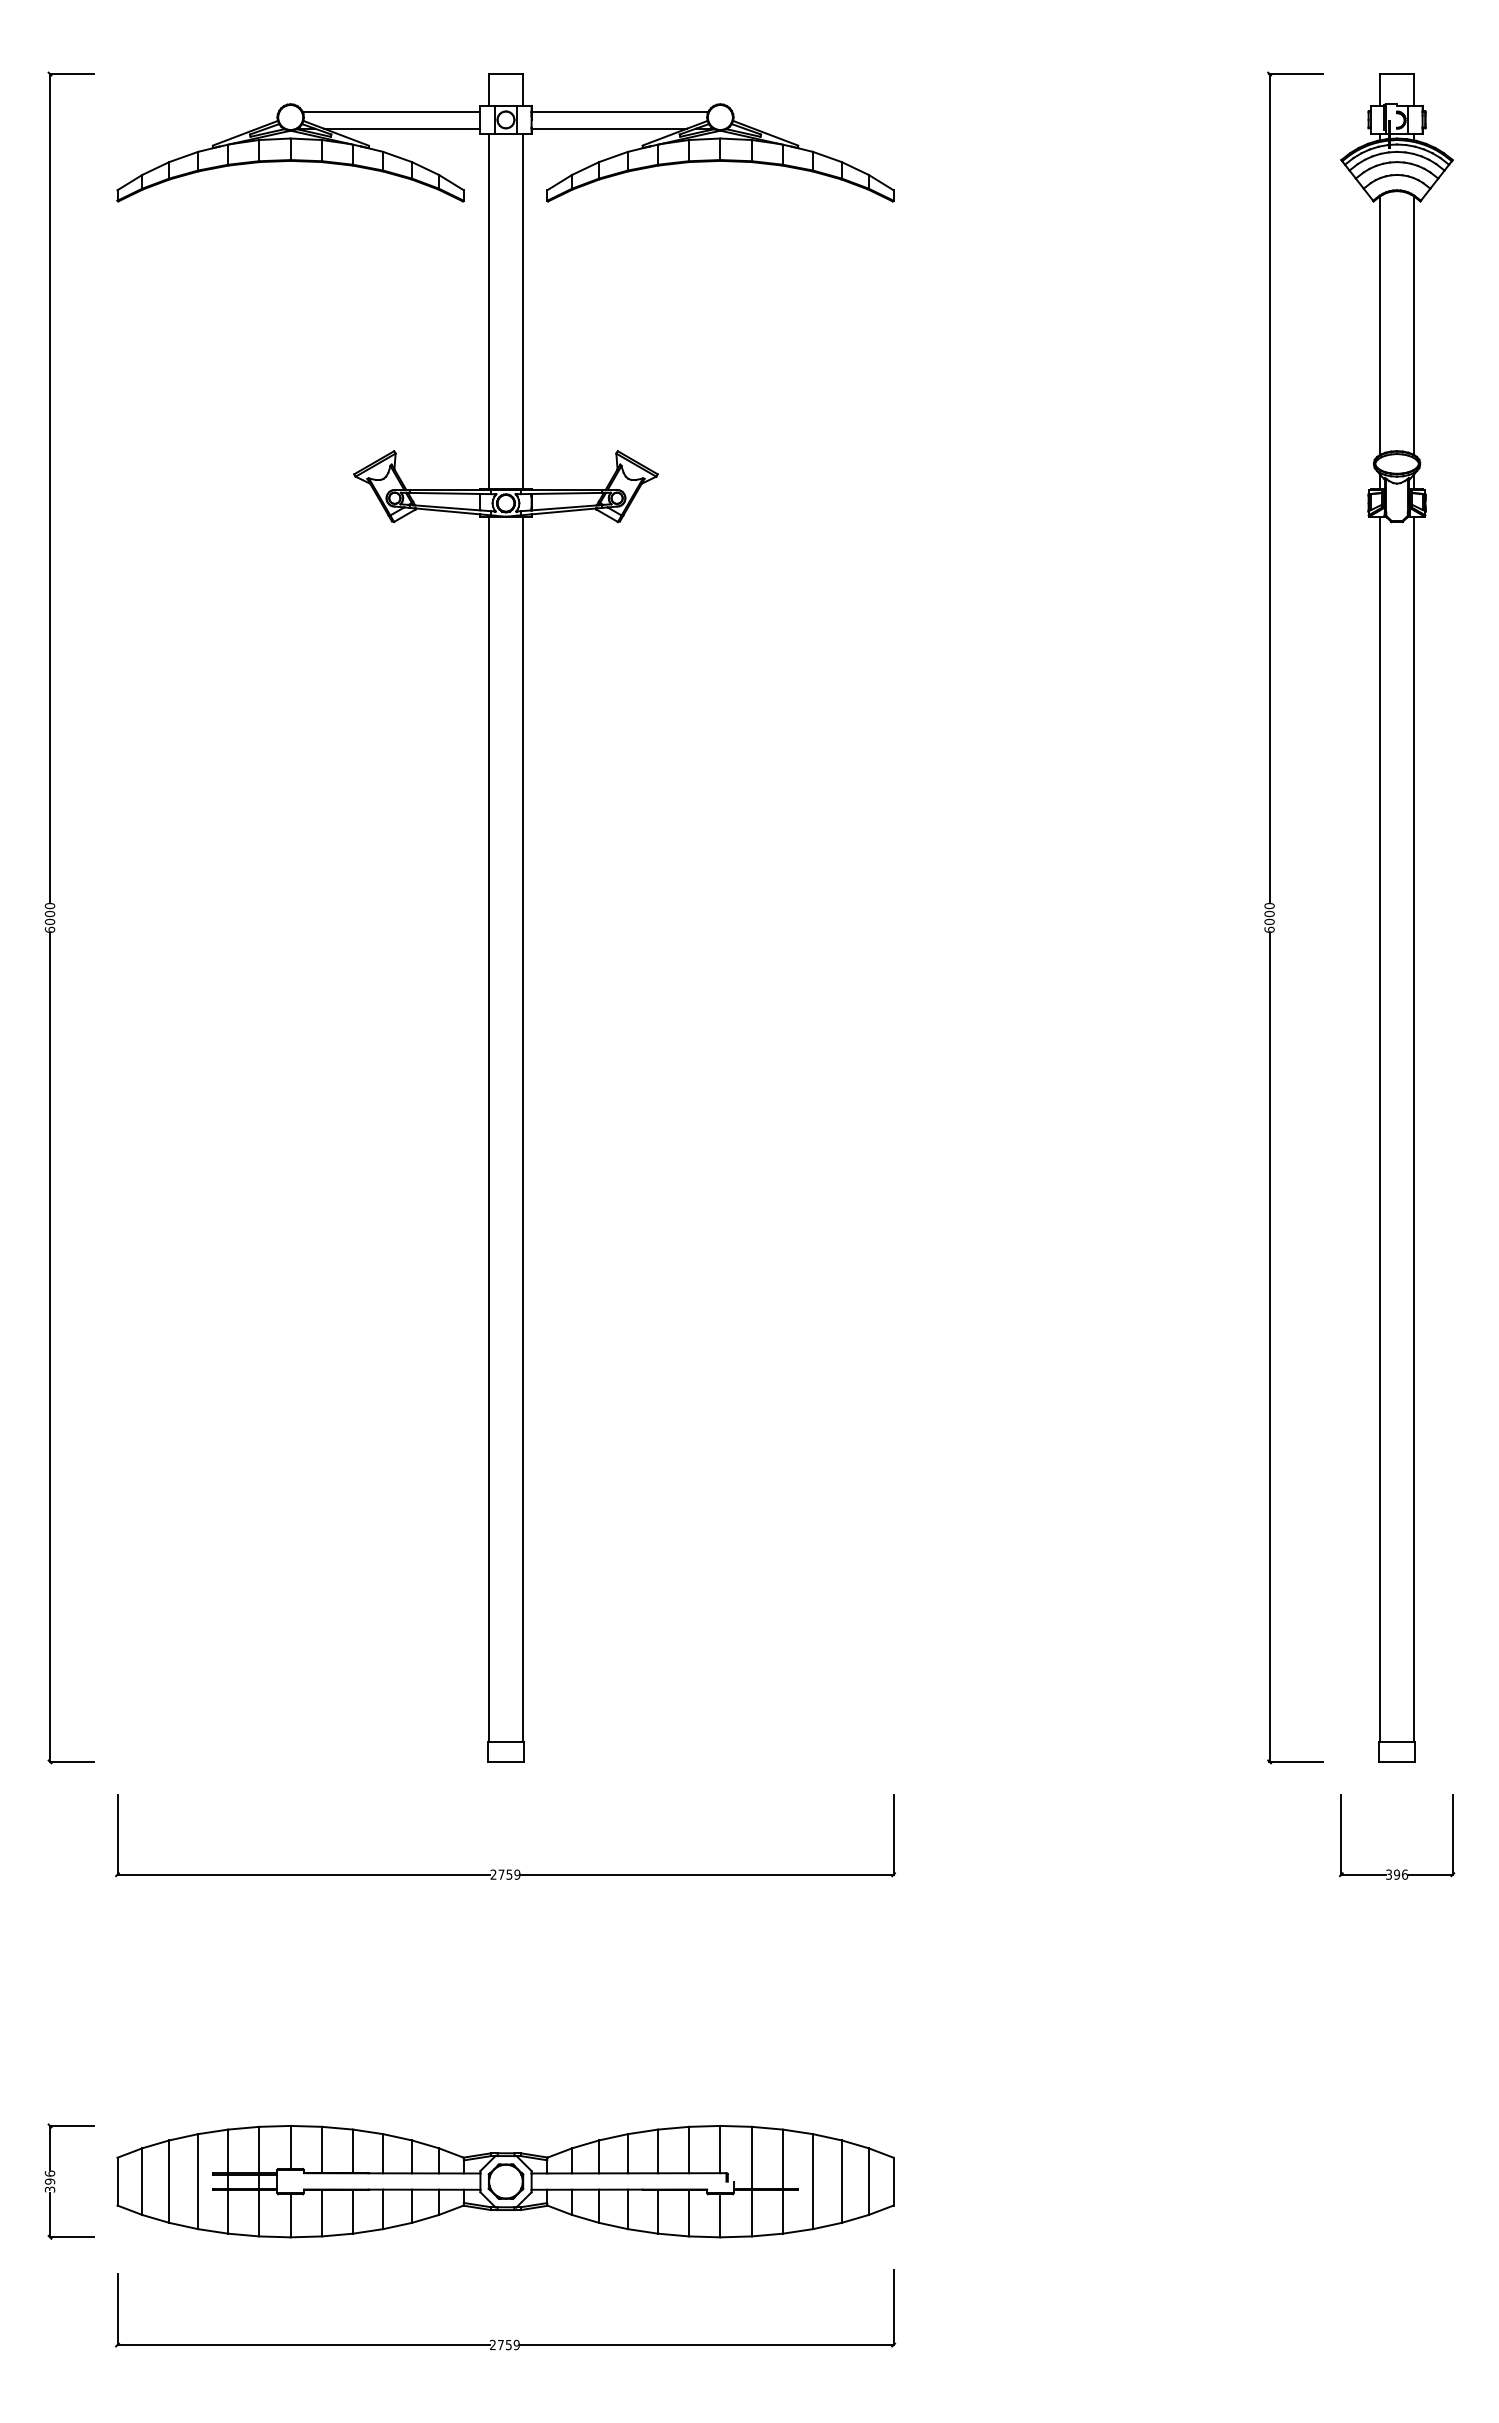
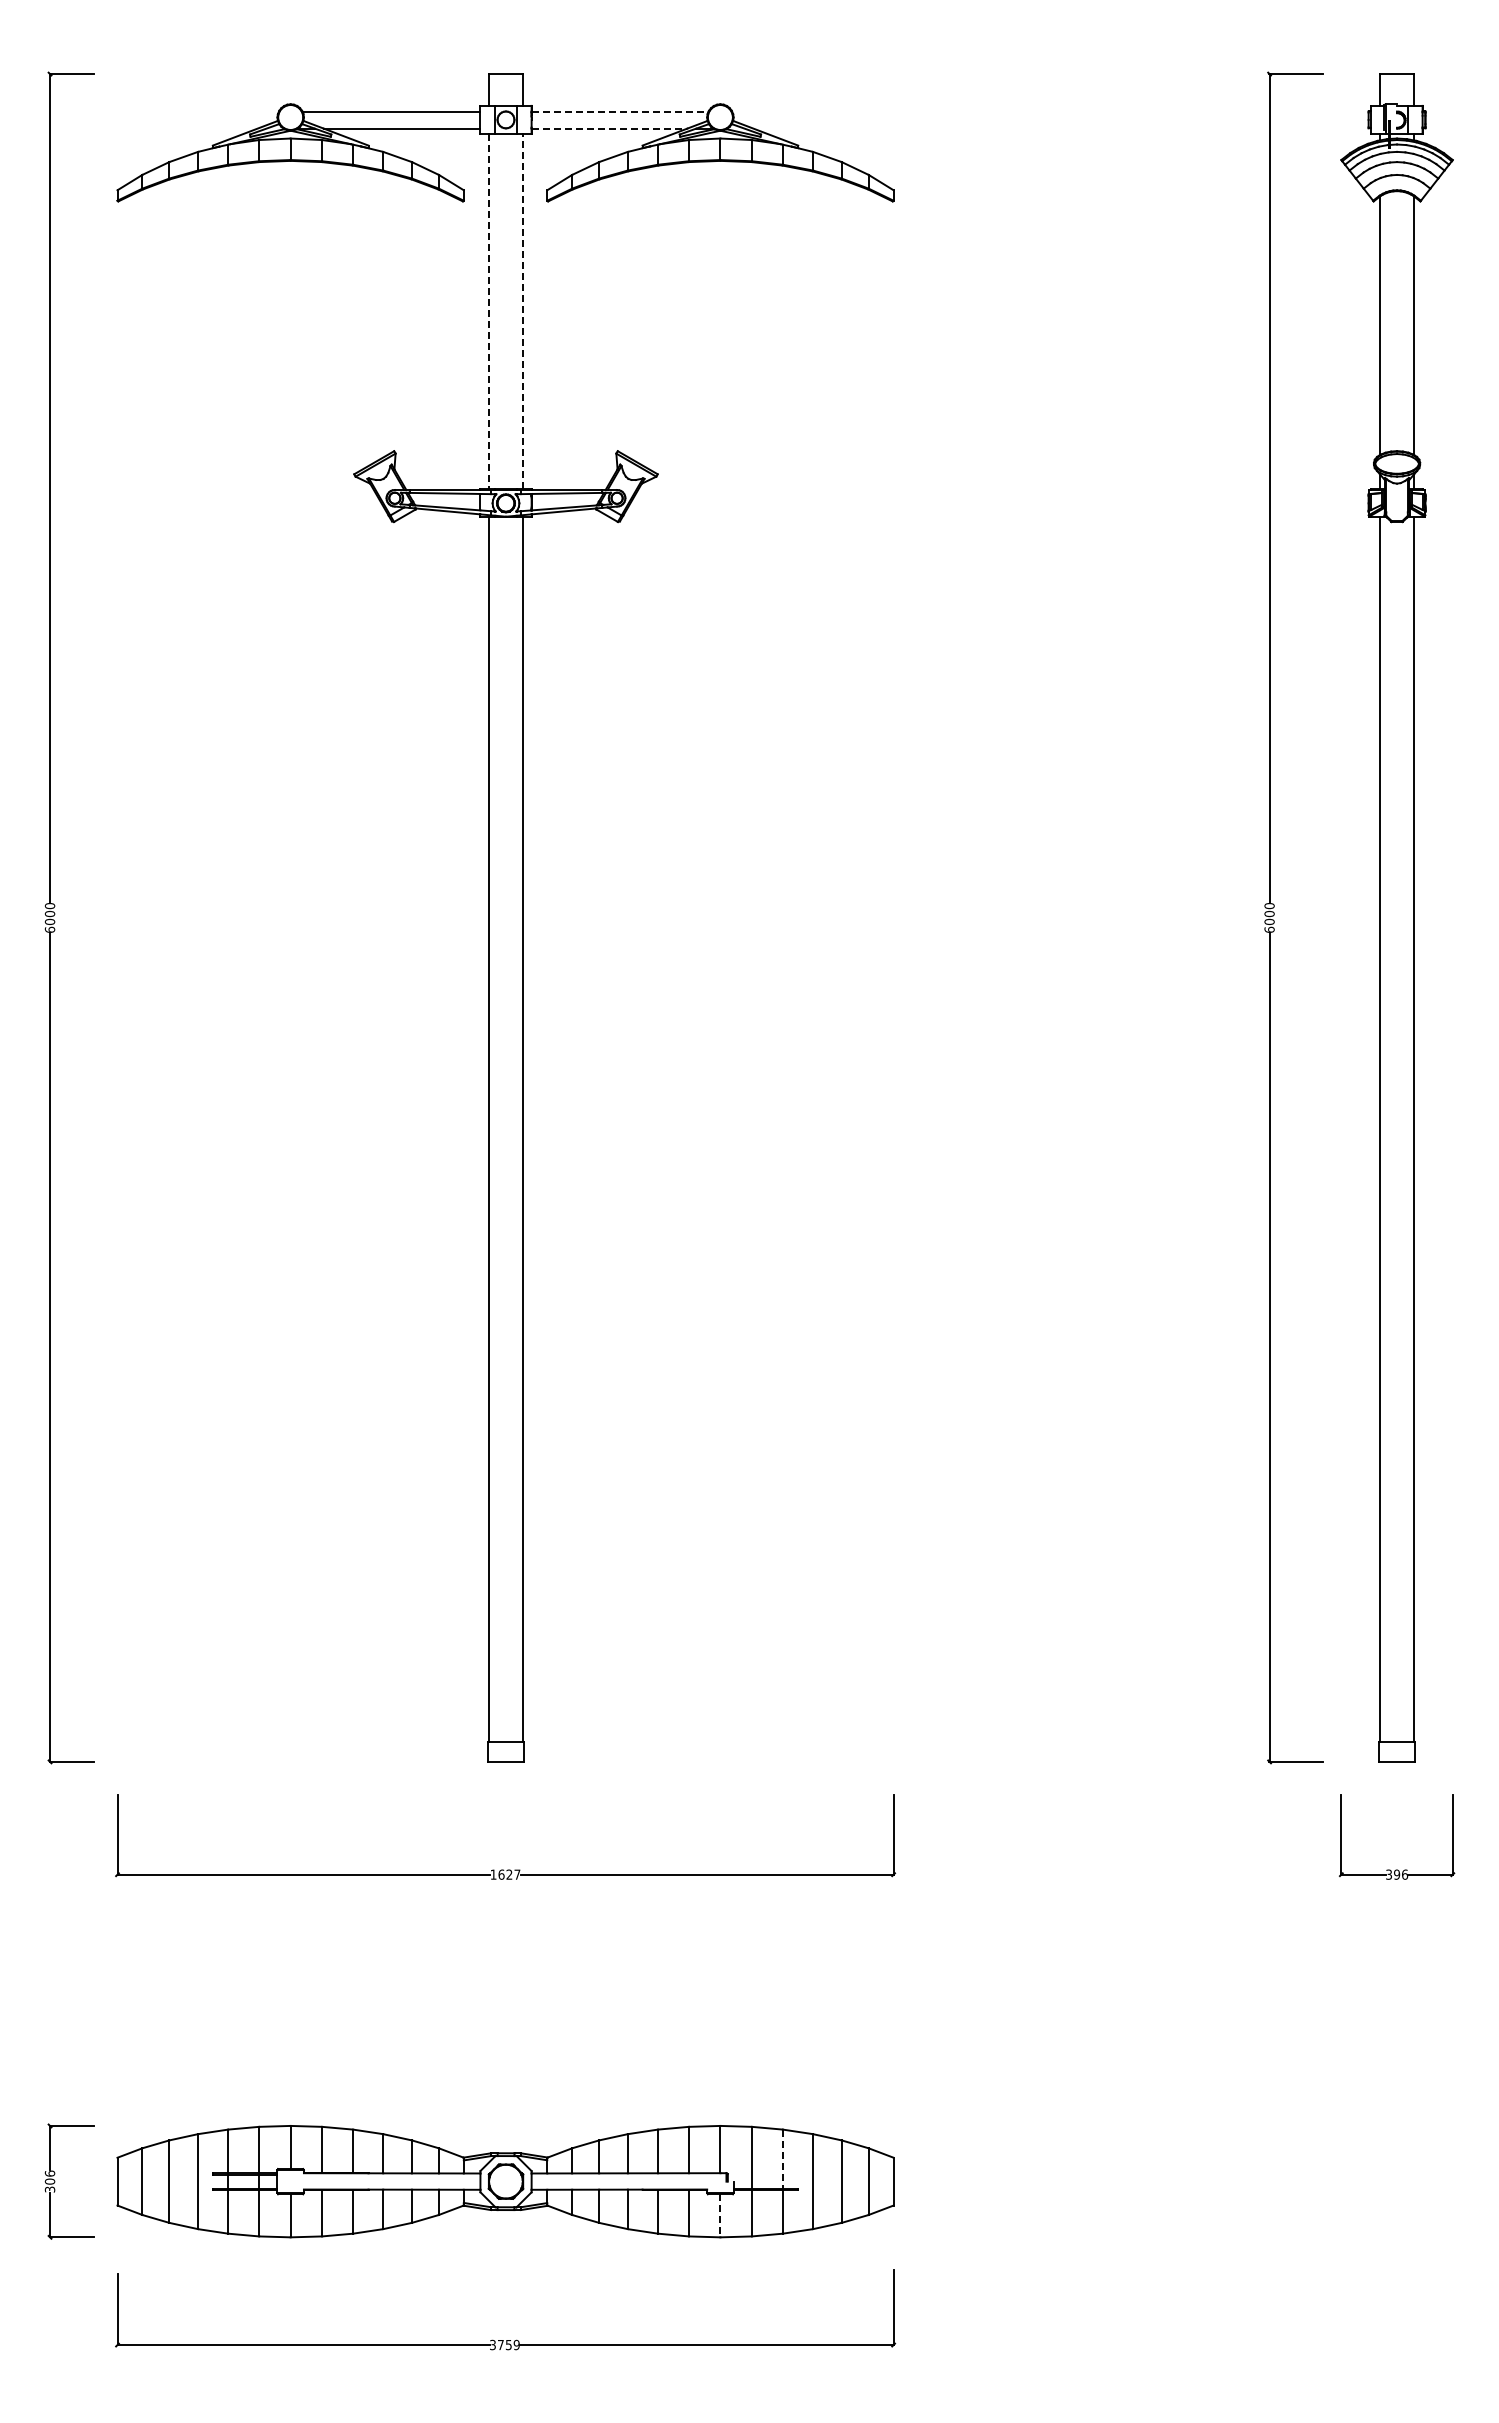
line at (620, 112): solid -> dashed
line at (609, 128): solid -> dashed
line at (489, 311): solid -> dashed
line at (522, 311): solid -> dashed
text at (505, 1874): 2759 -> 1627
line at (782, 2159): solid -> dashed
text at (50, 2181): 396 -> 306
line at (720, 2215): solid -> dashed
text at (492, 2345): 2759 -> 3759
